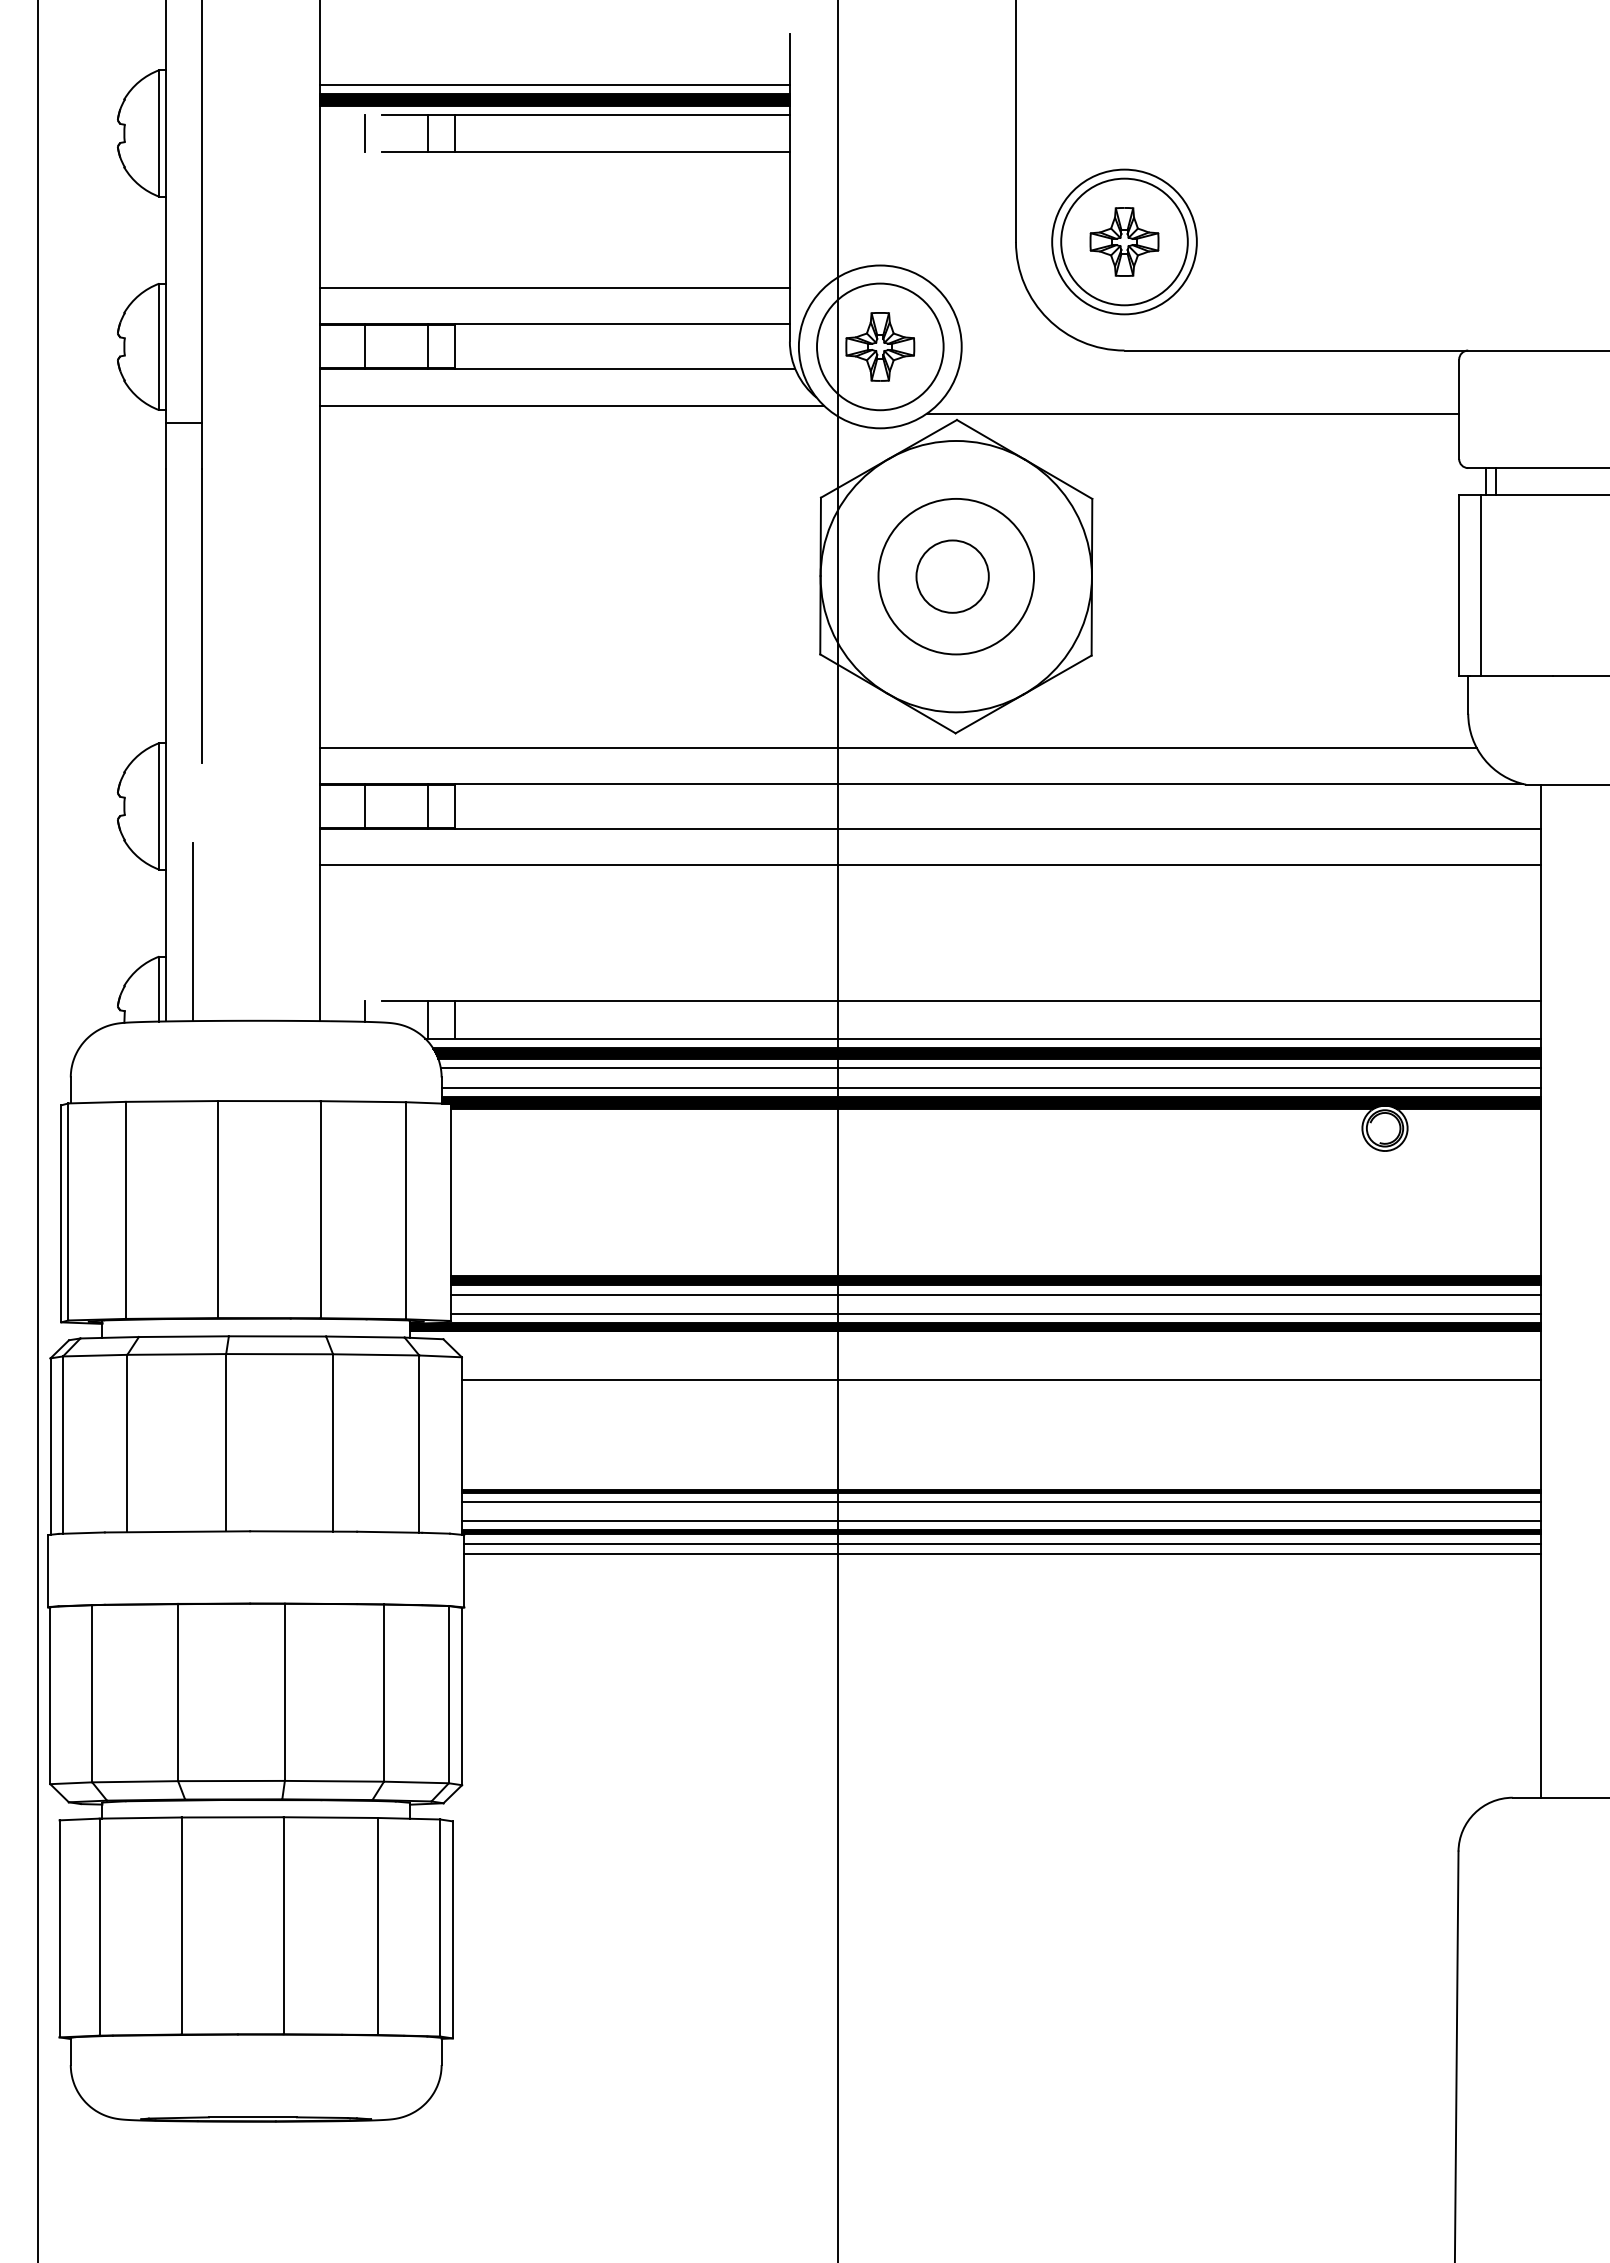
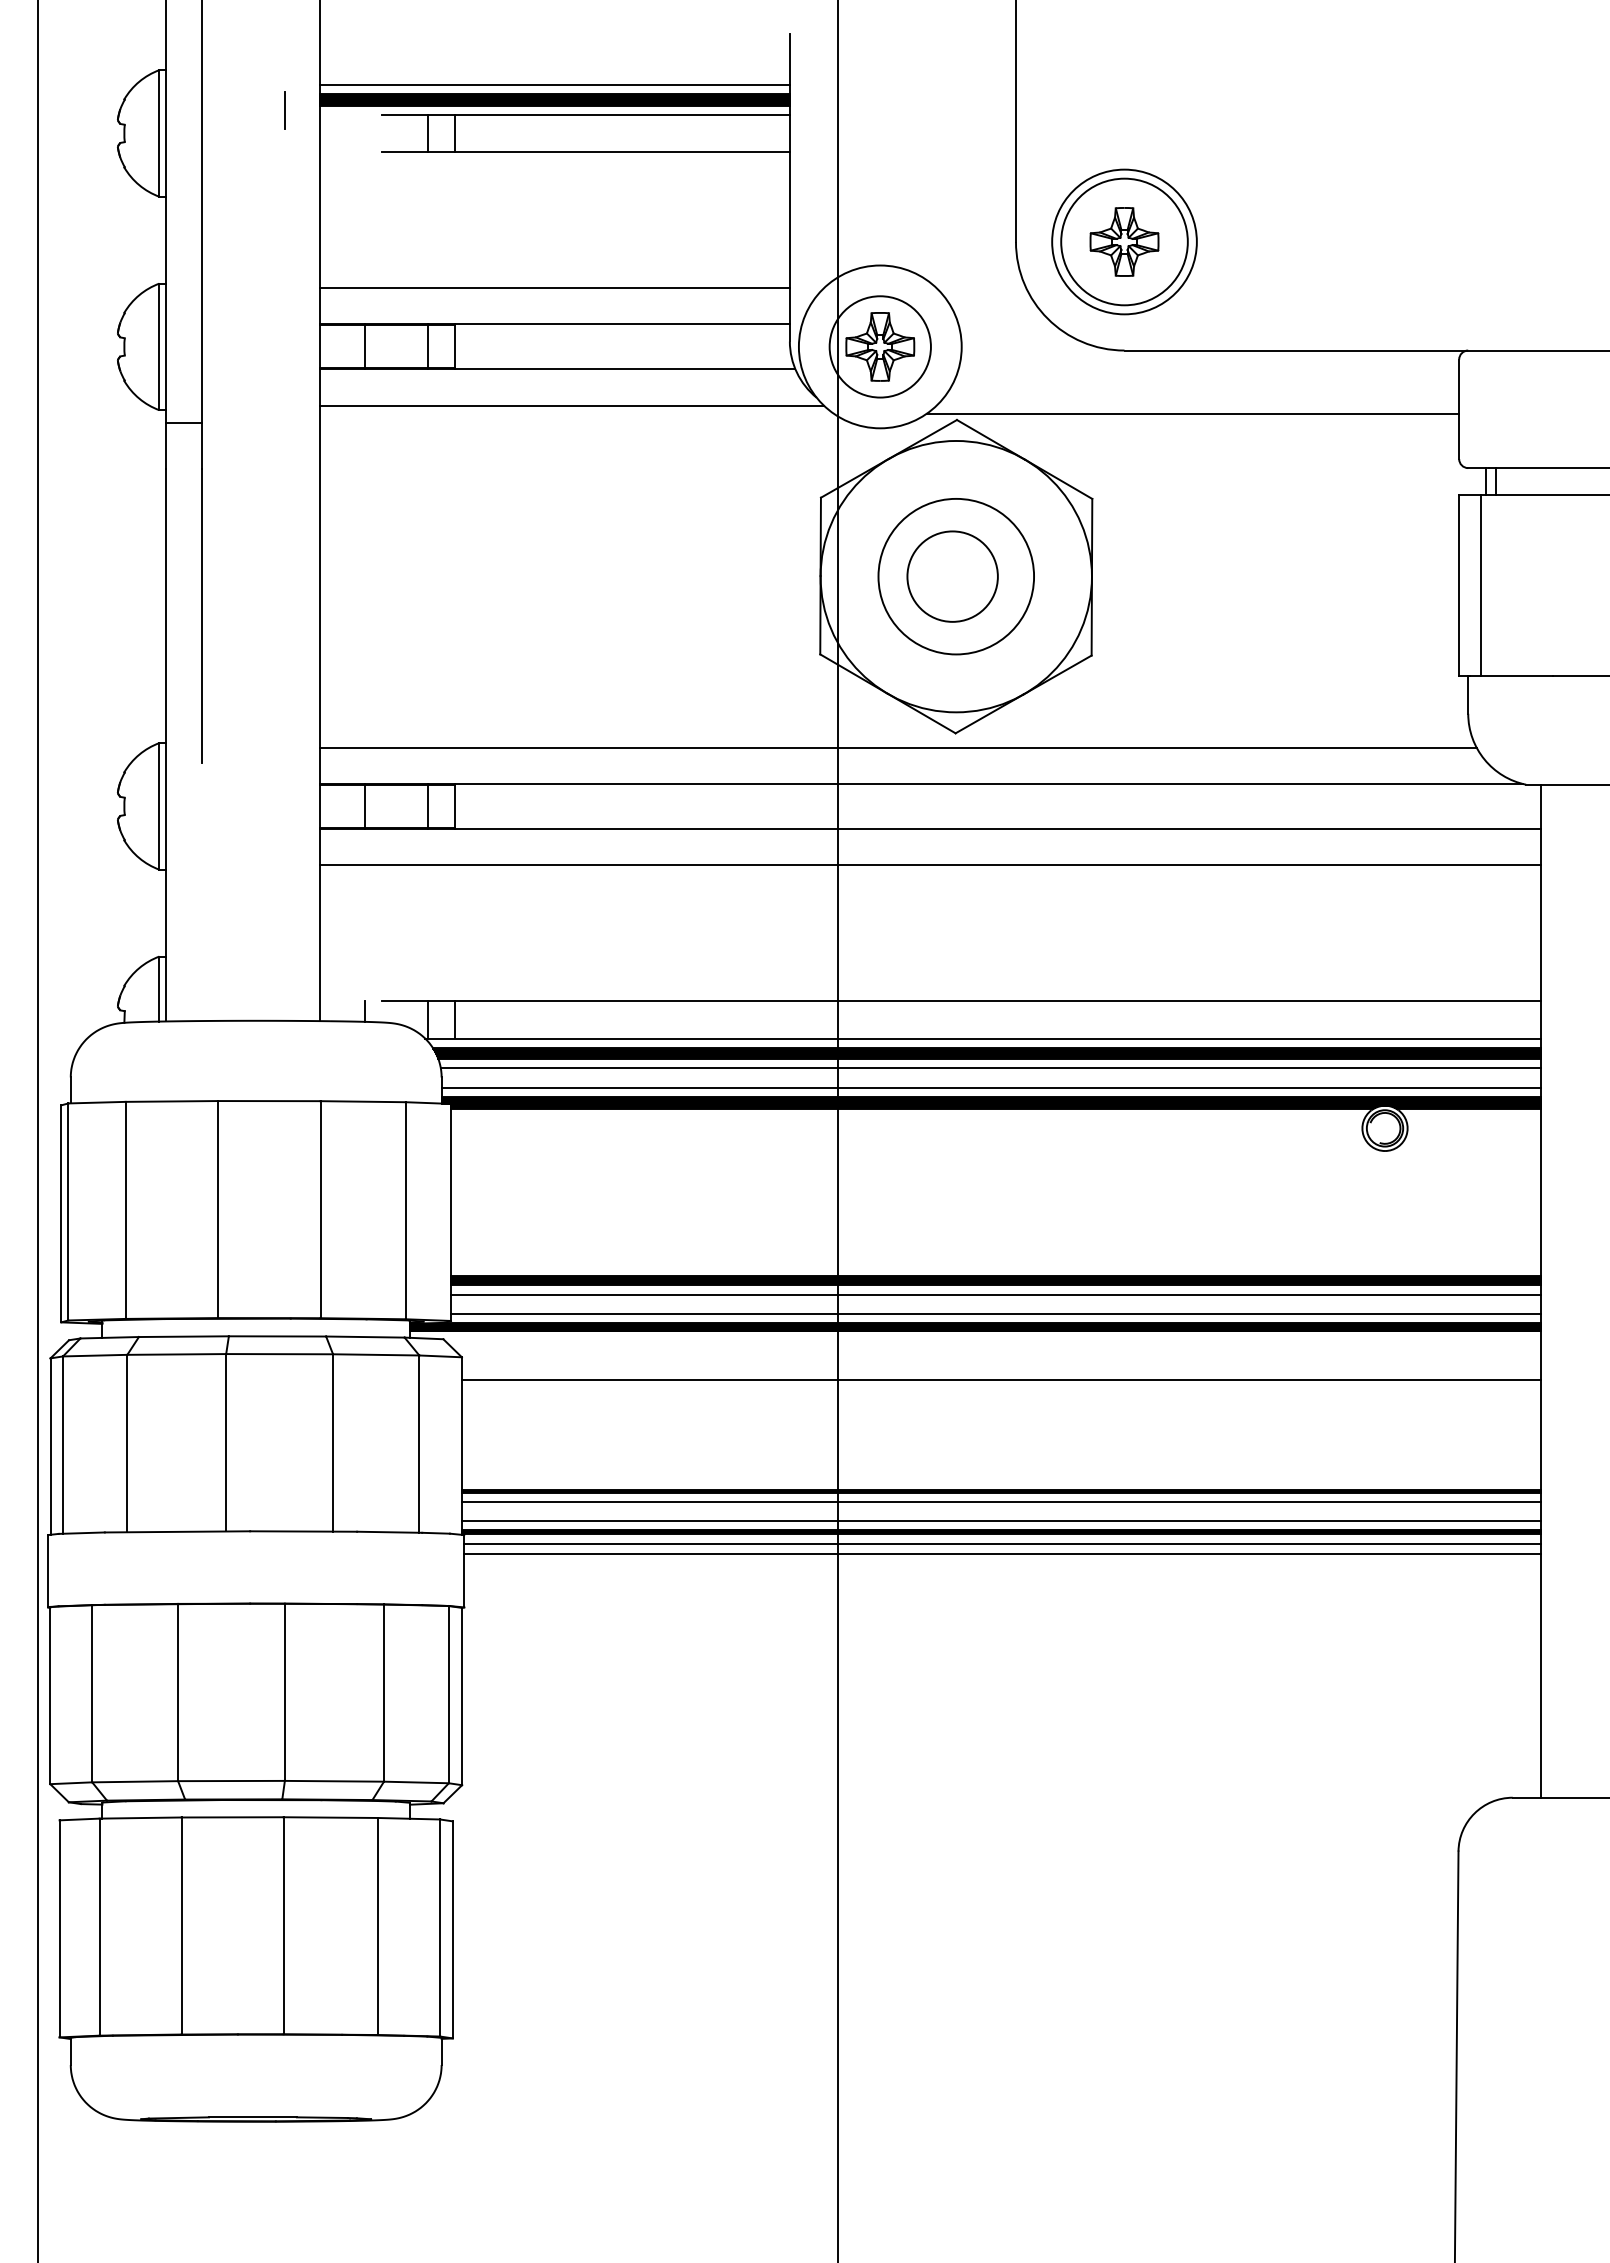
line at (364, 133) position: (364, 133) -> (284, 110)
circle at (880, 346) diameter: 127 px -> 101 px
circle at (952, 576) diameter: 72 px -> 90 px
line at (192, 931): present -> none
